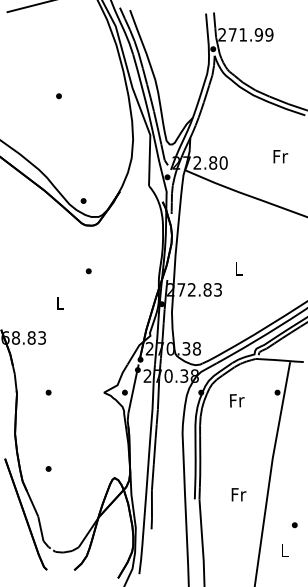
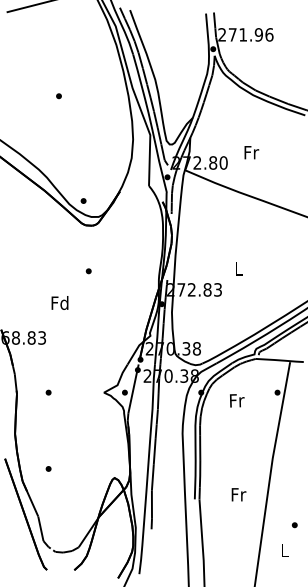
text at (269, 34): 271.99 -> 271.96
text at (280, 156) position: (280, 156) -> (251, 152)
text at (59, 302): L -> Fd
